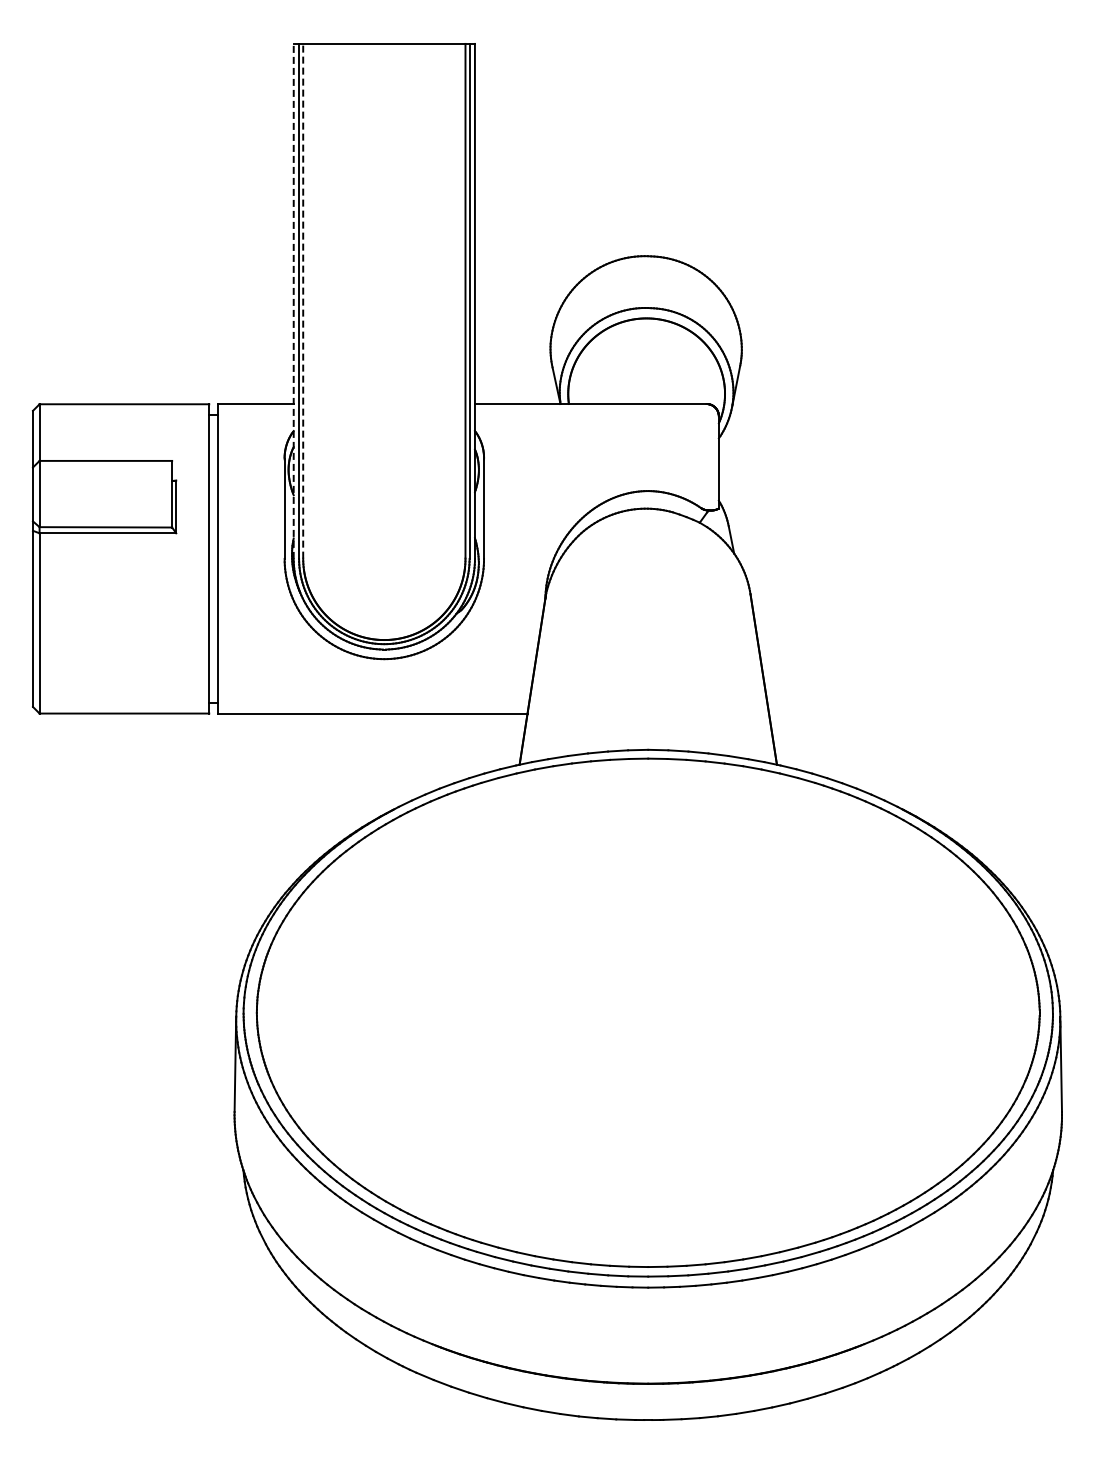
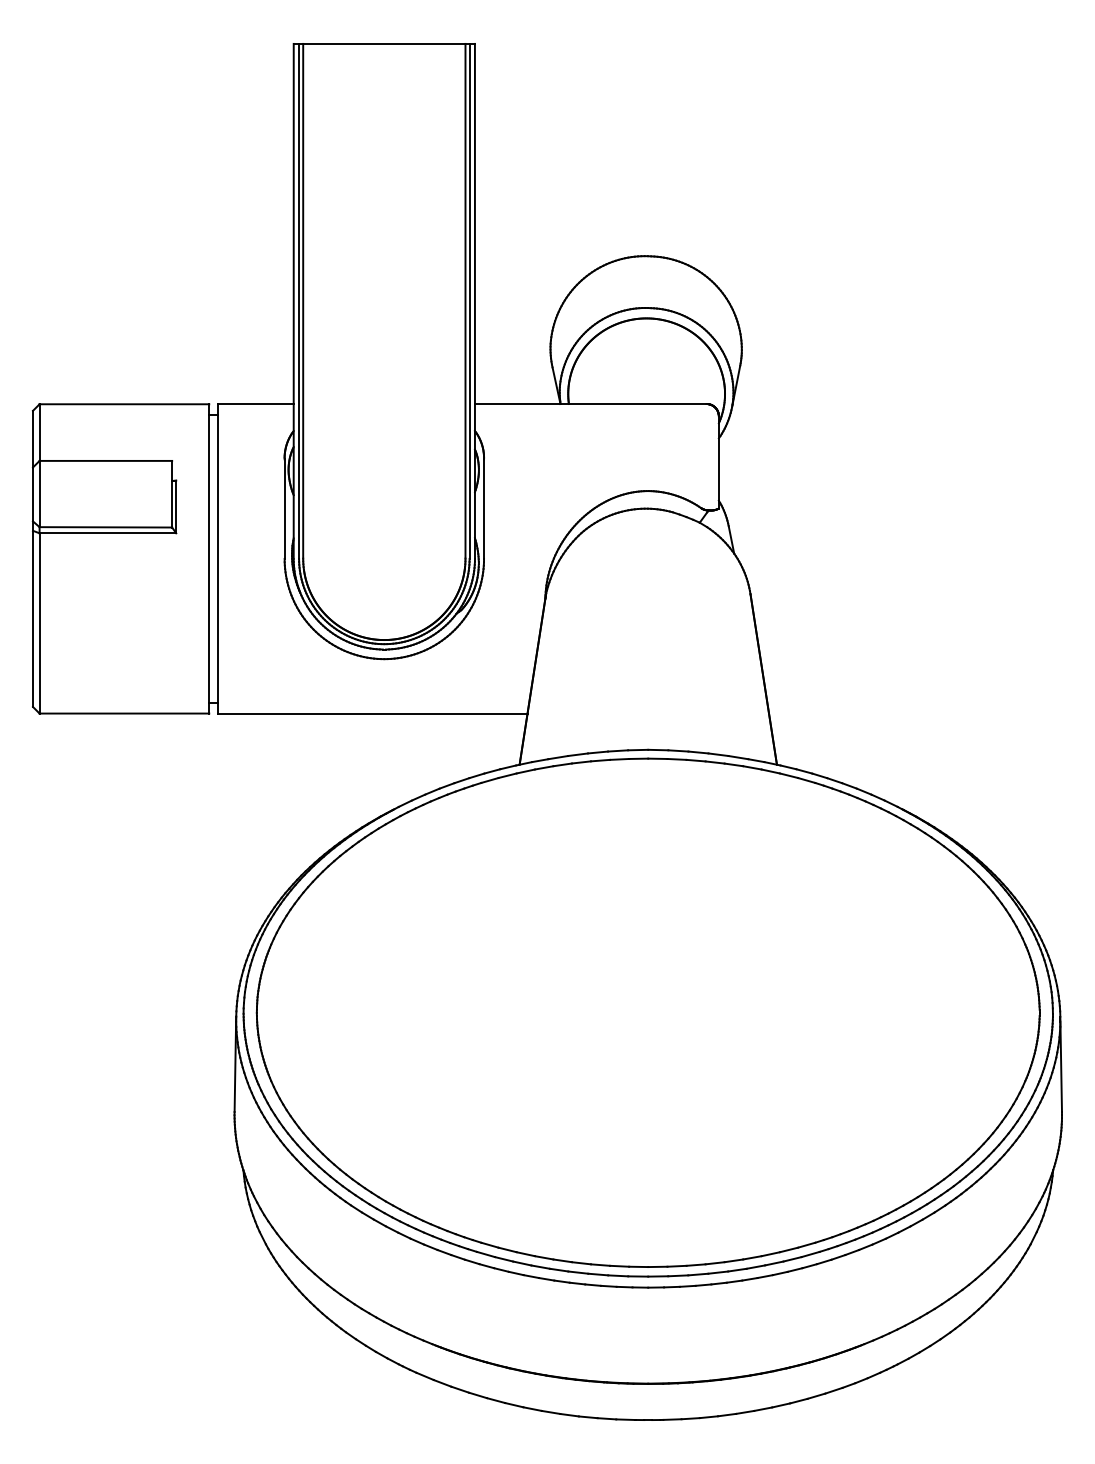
line at (303, 300): dashed -> solid
line at (293, 301): dashed -> solid
